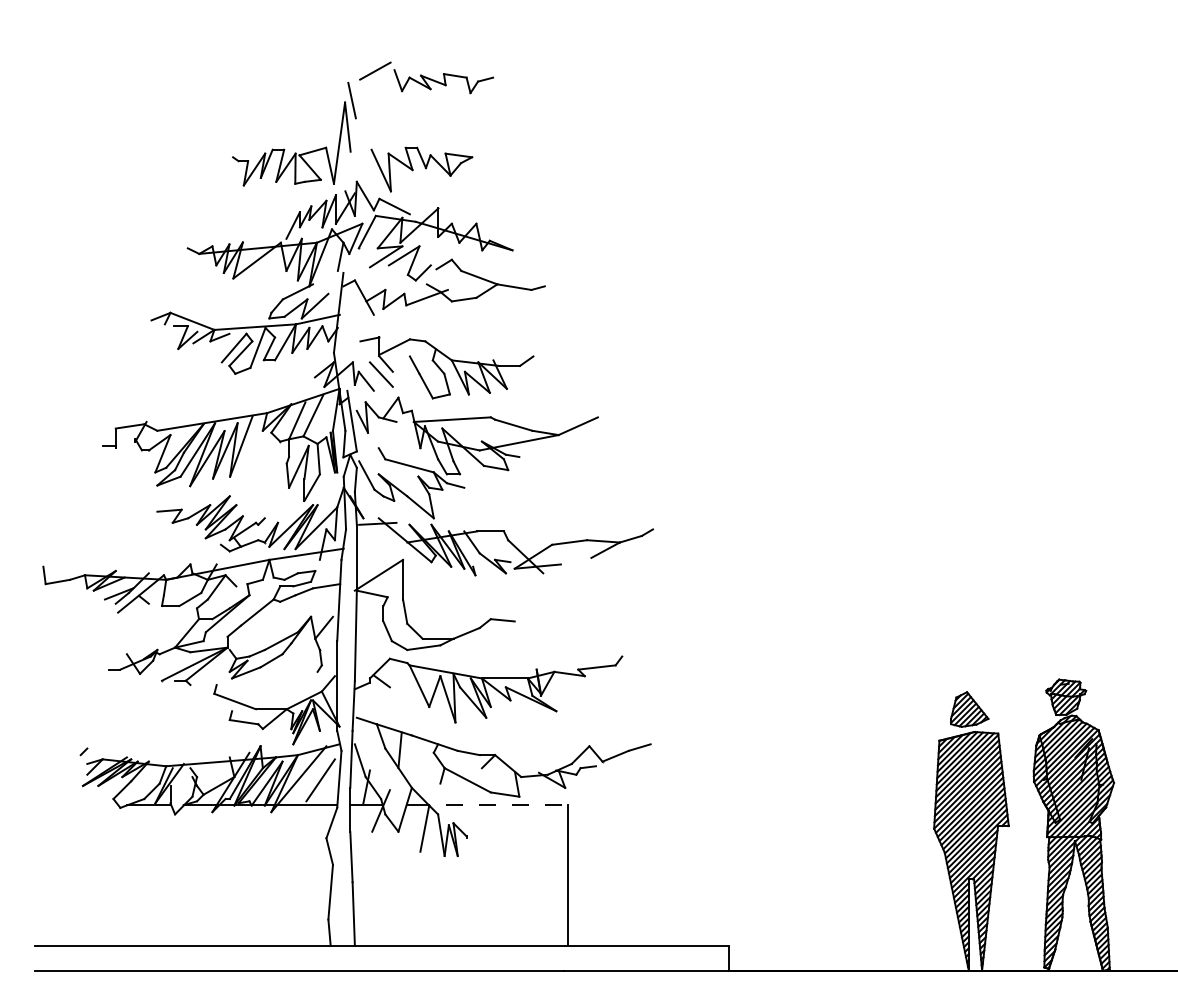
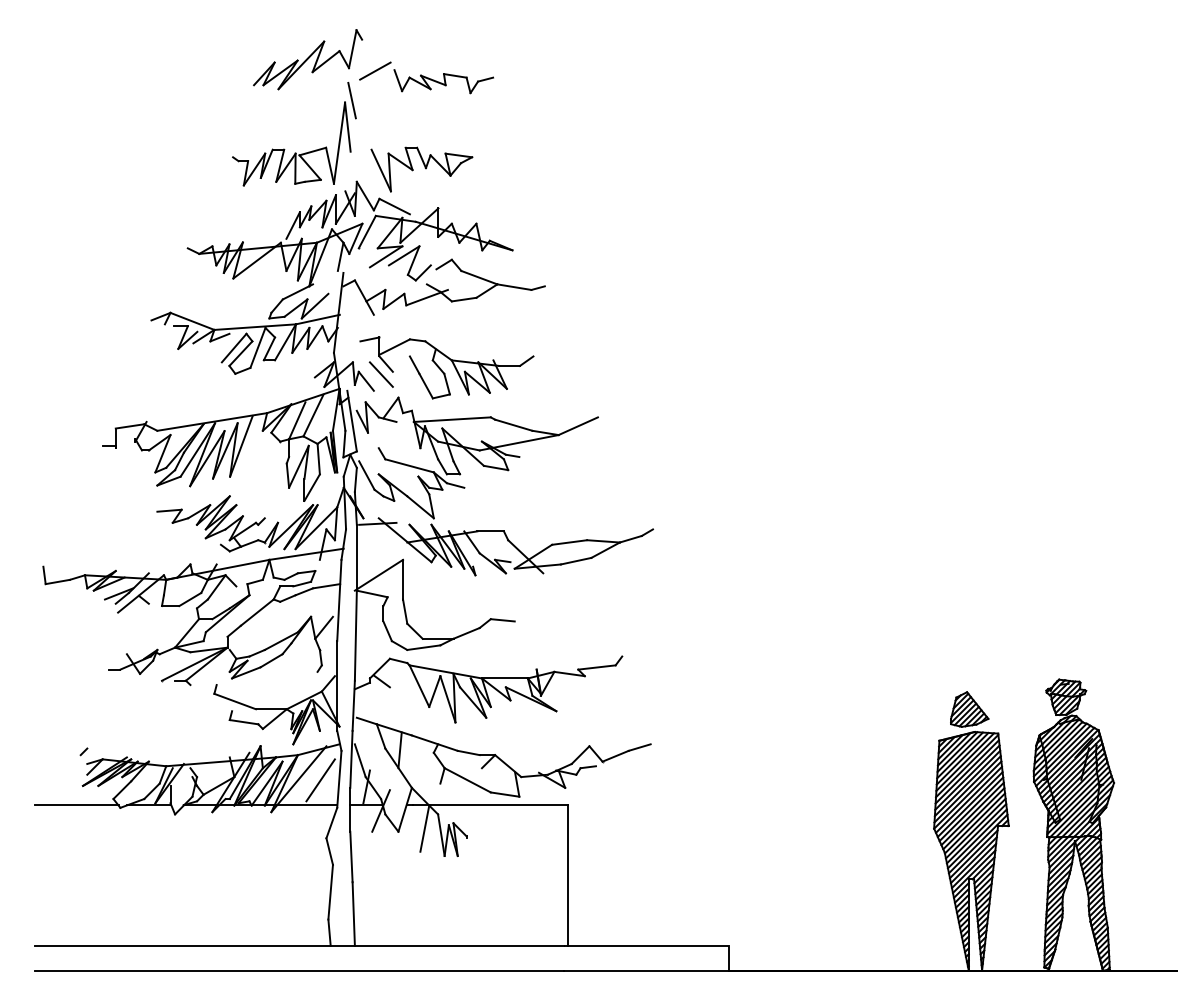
part at (308, 59): none -> present
line at (575, 560): none -> present
line at (76, 805): none -> present
line at (490, 805): dashed -> solid
